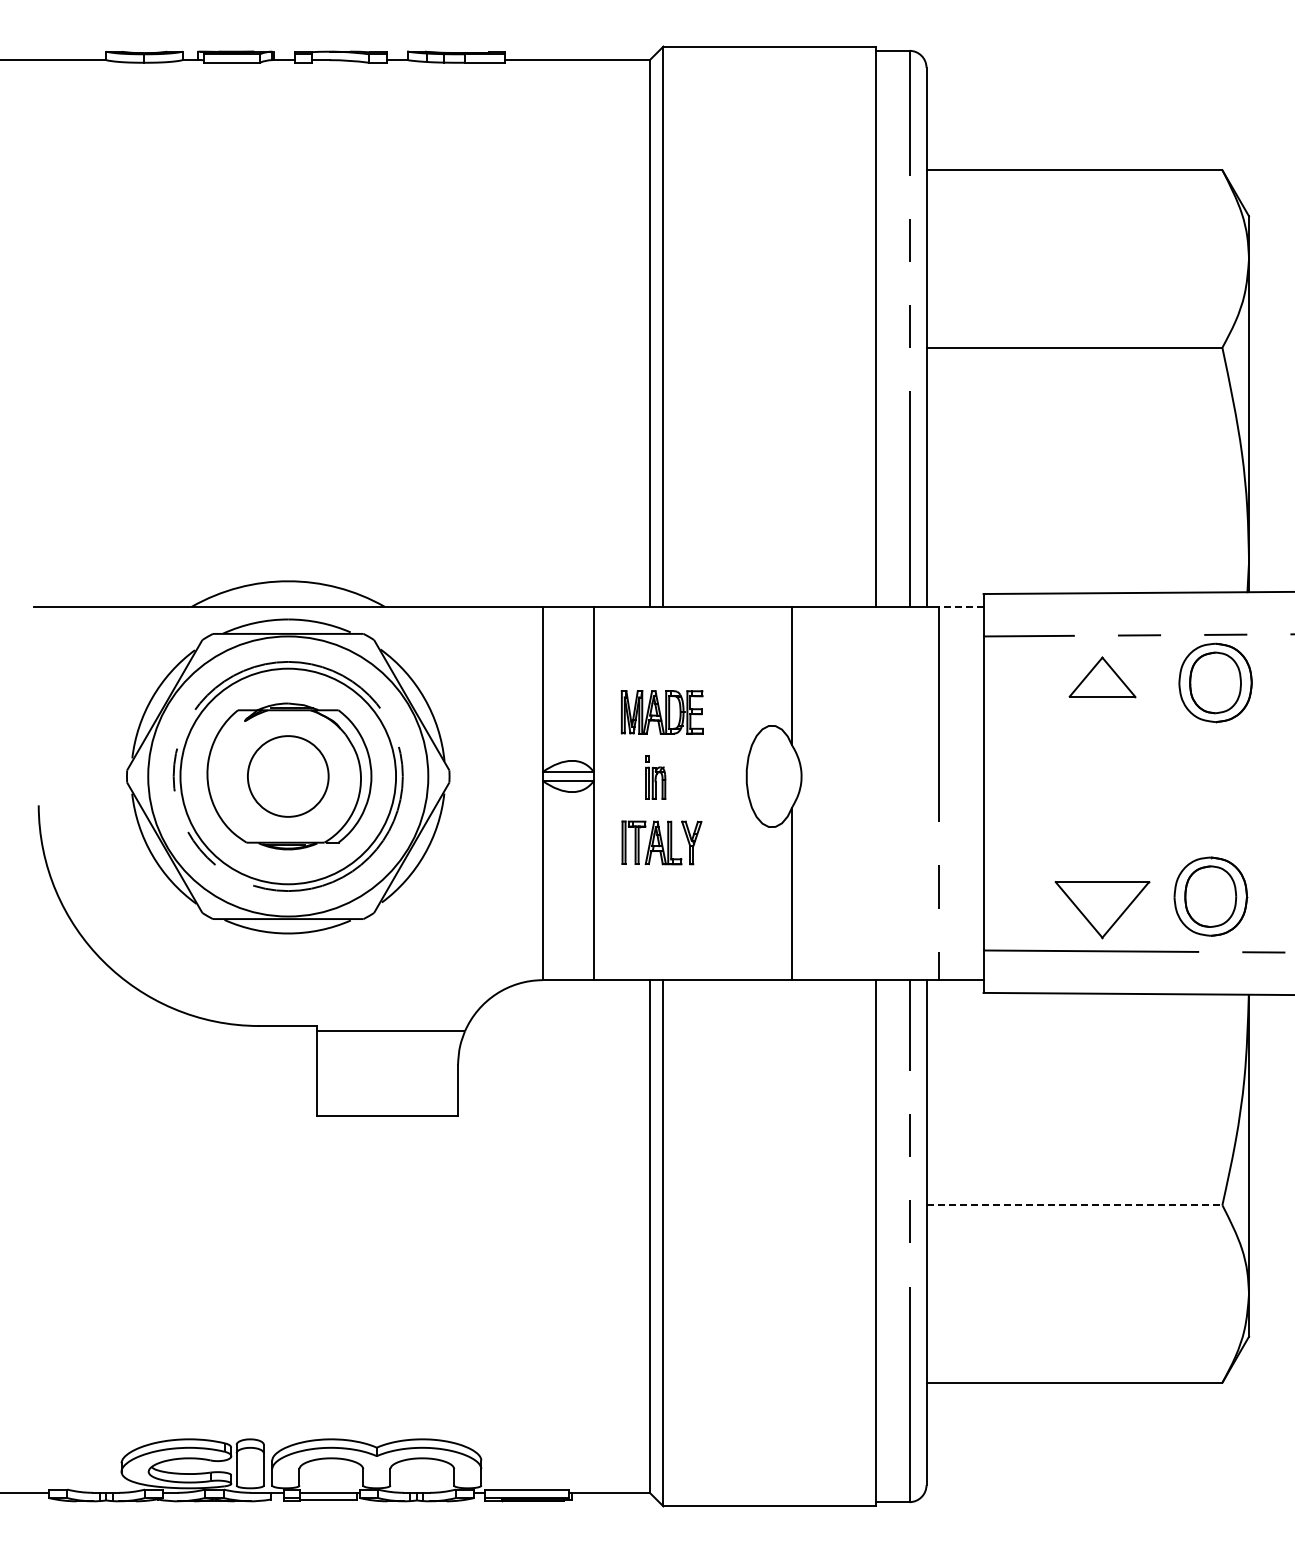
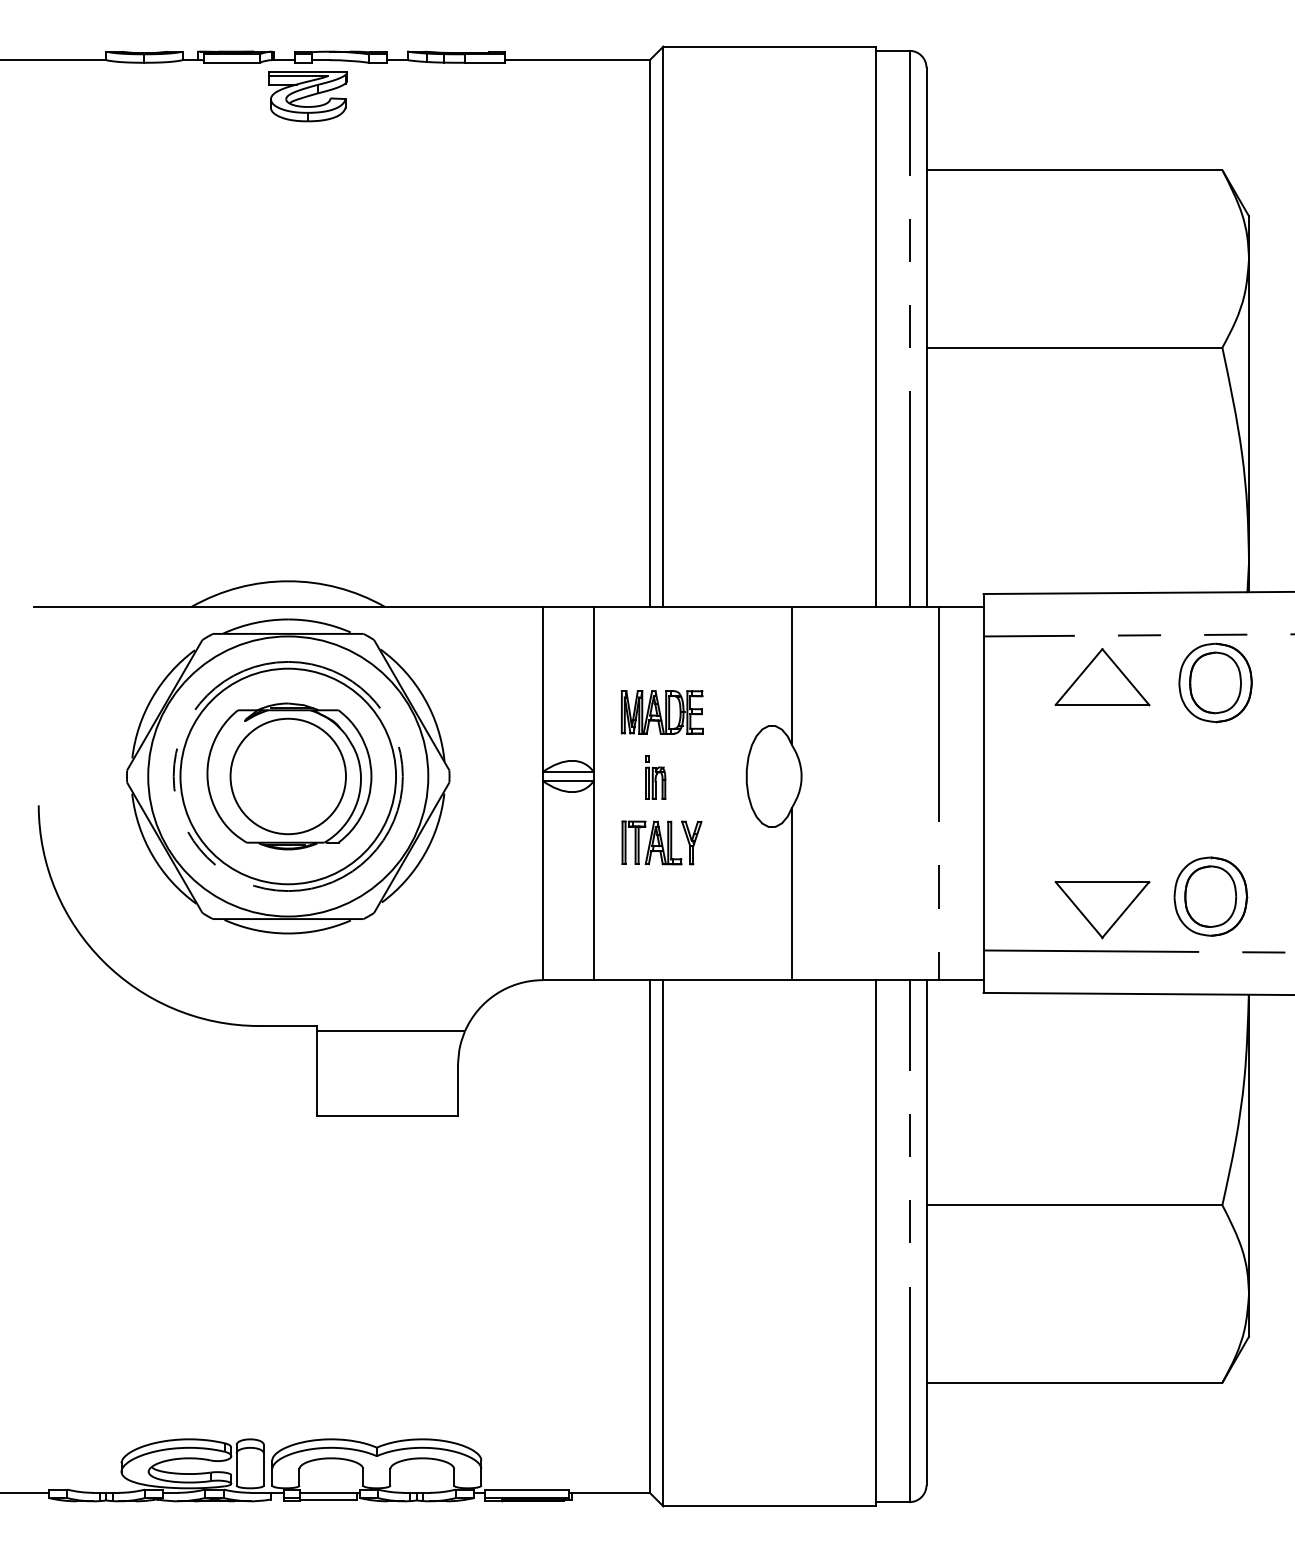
part at (307, 96): none -> present
line at (961, 606): dashed -> solid
part at (1102, 677) size: 69x43 px -> 97x59 px
circle at (287, 776) diameter: 81 px -> 115 px
line at (1074, 1205): dashed -> solid
